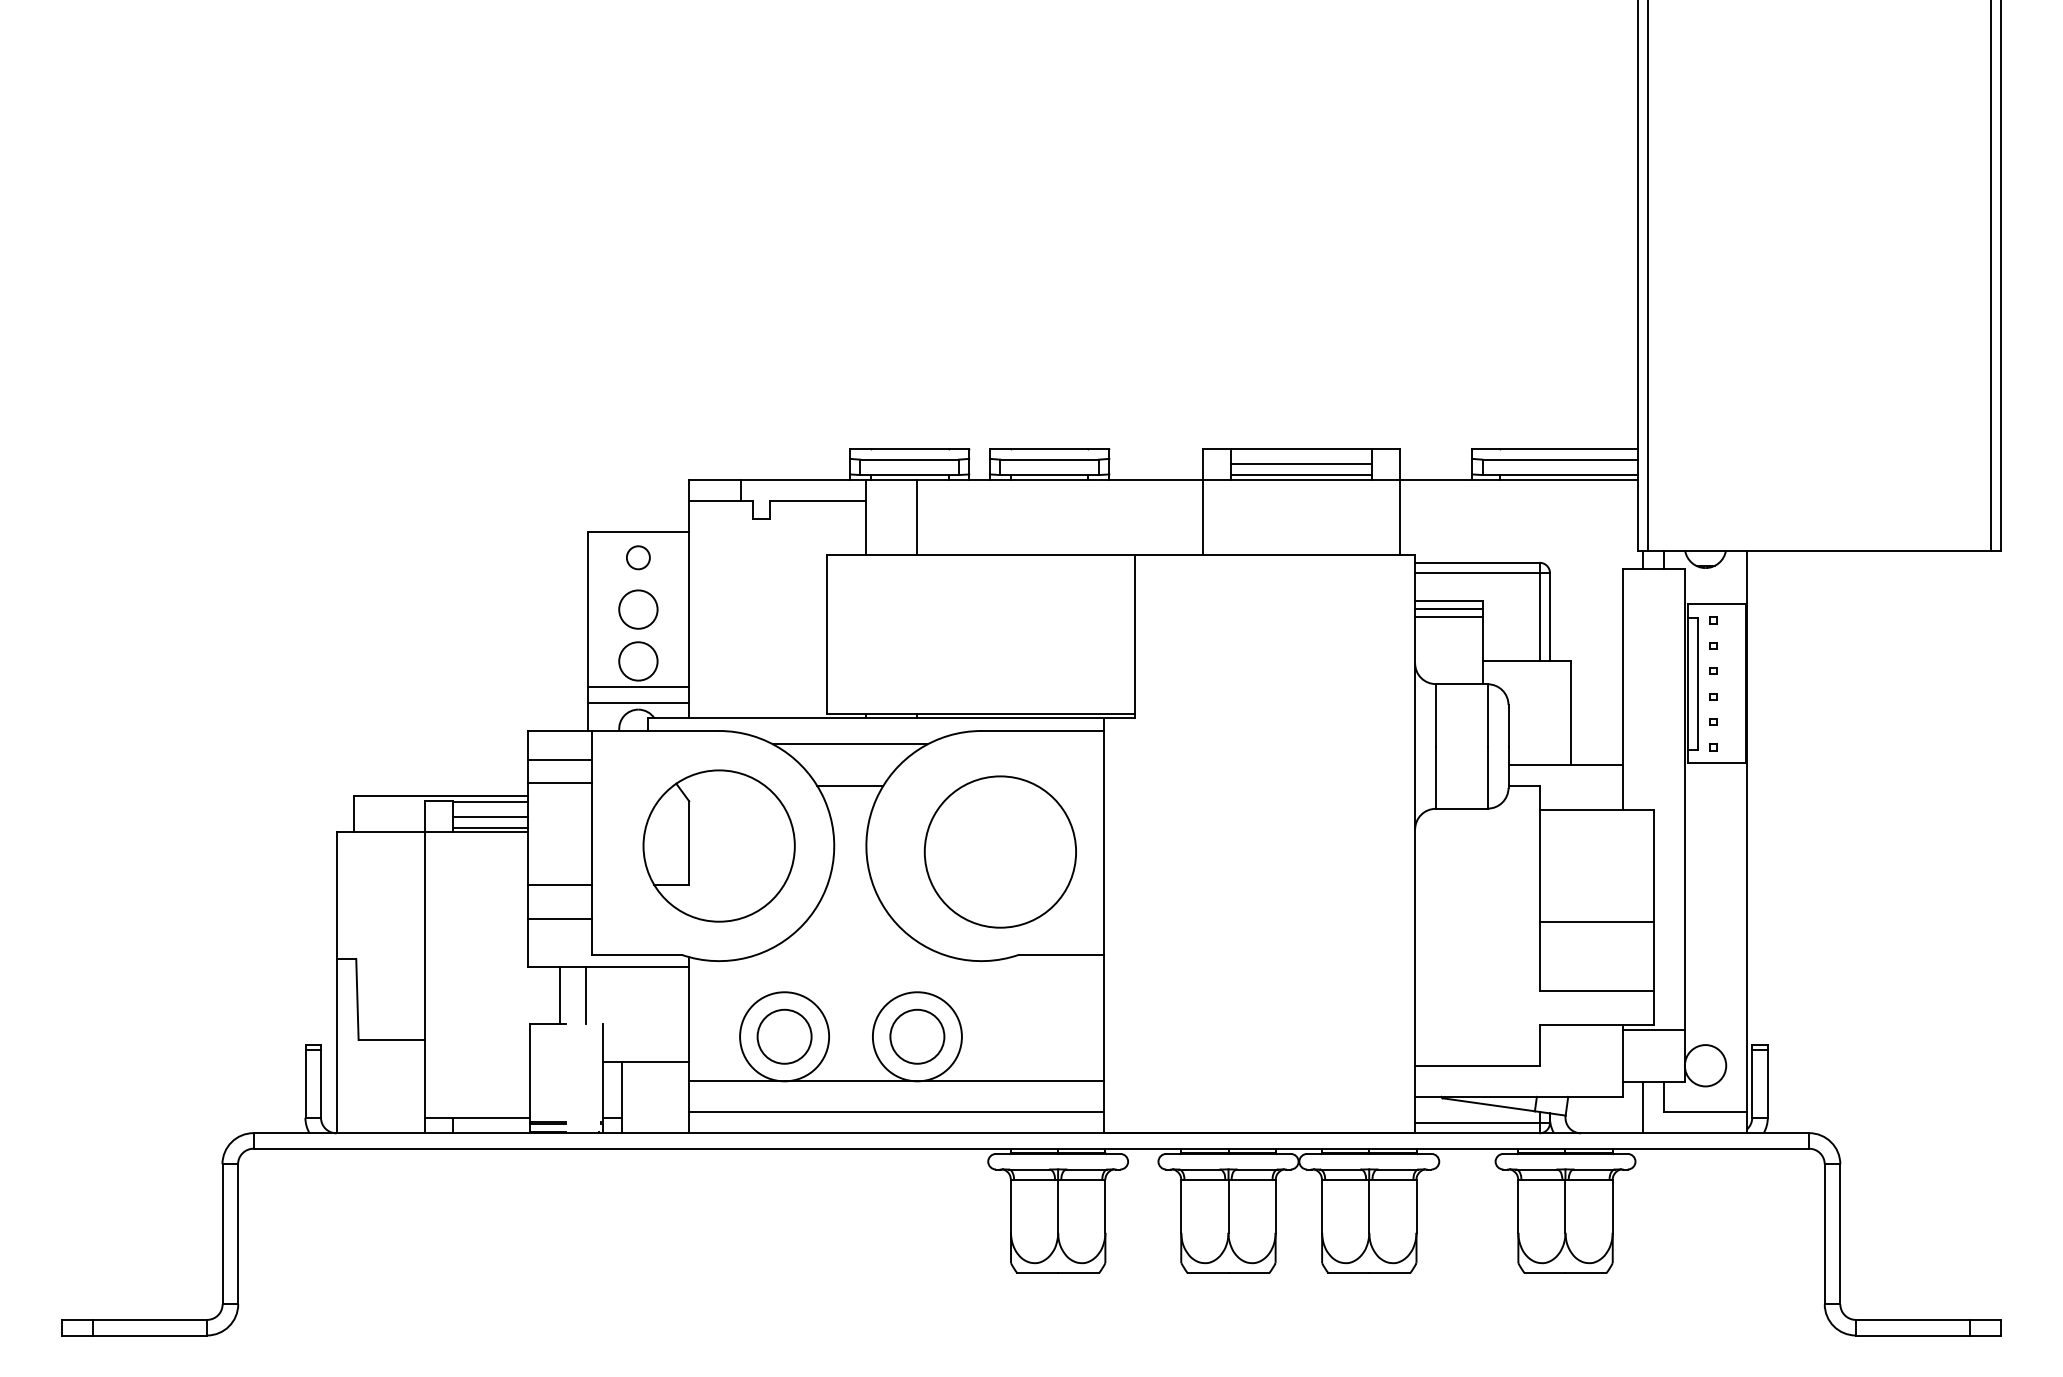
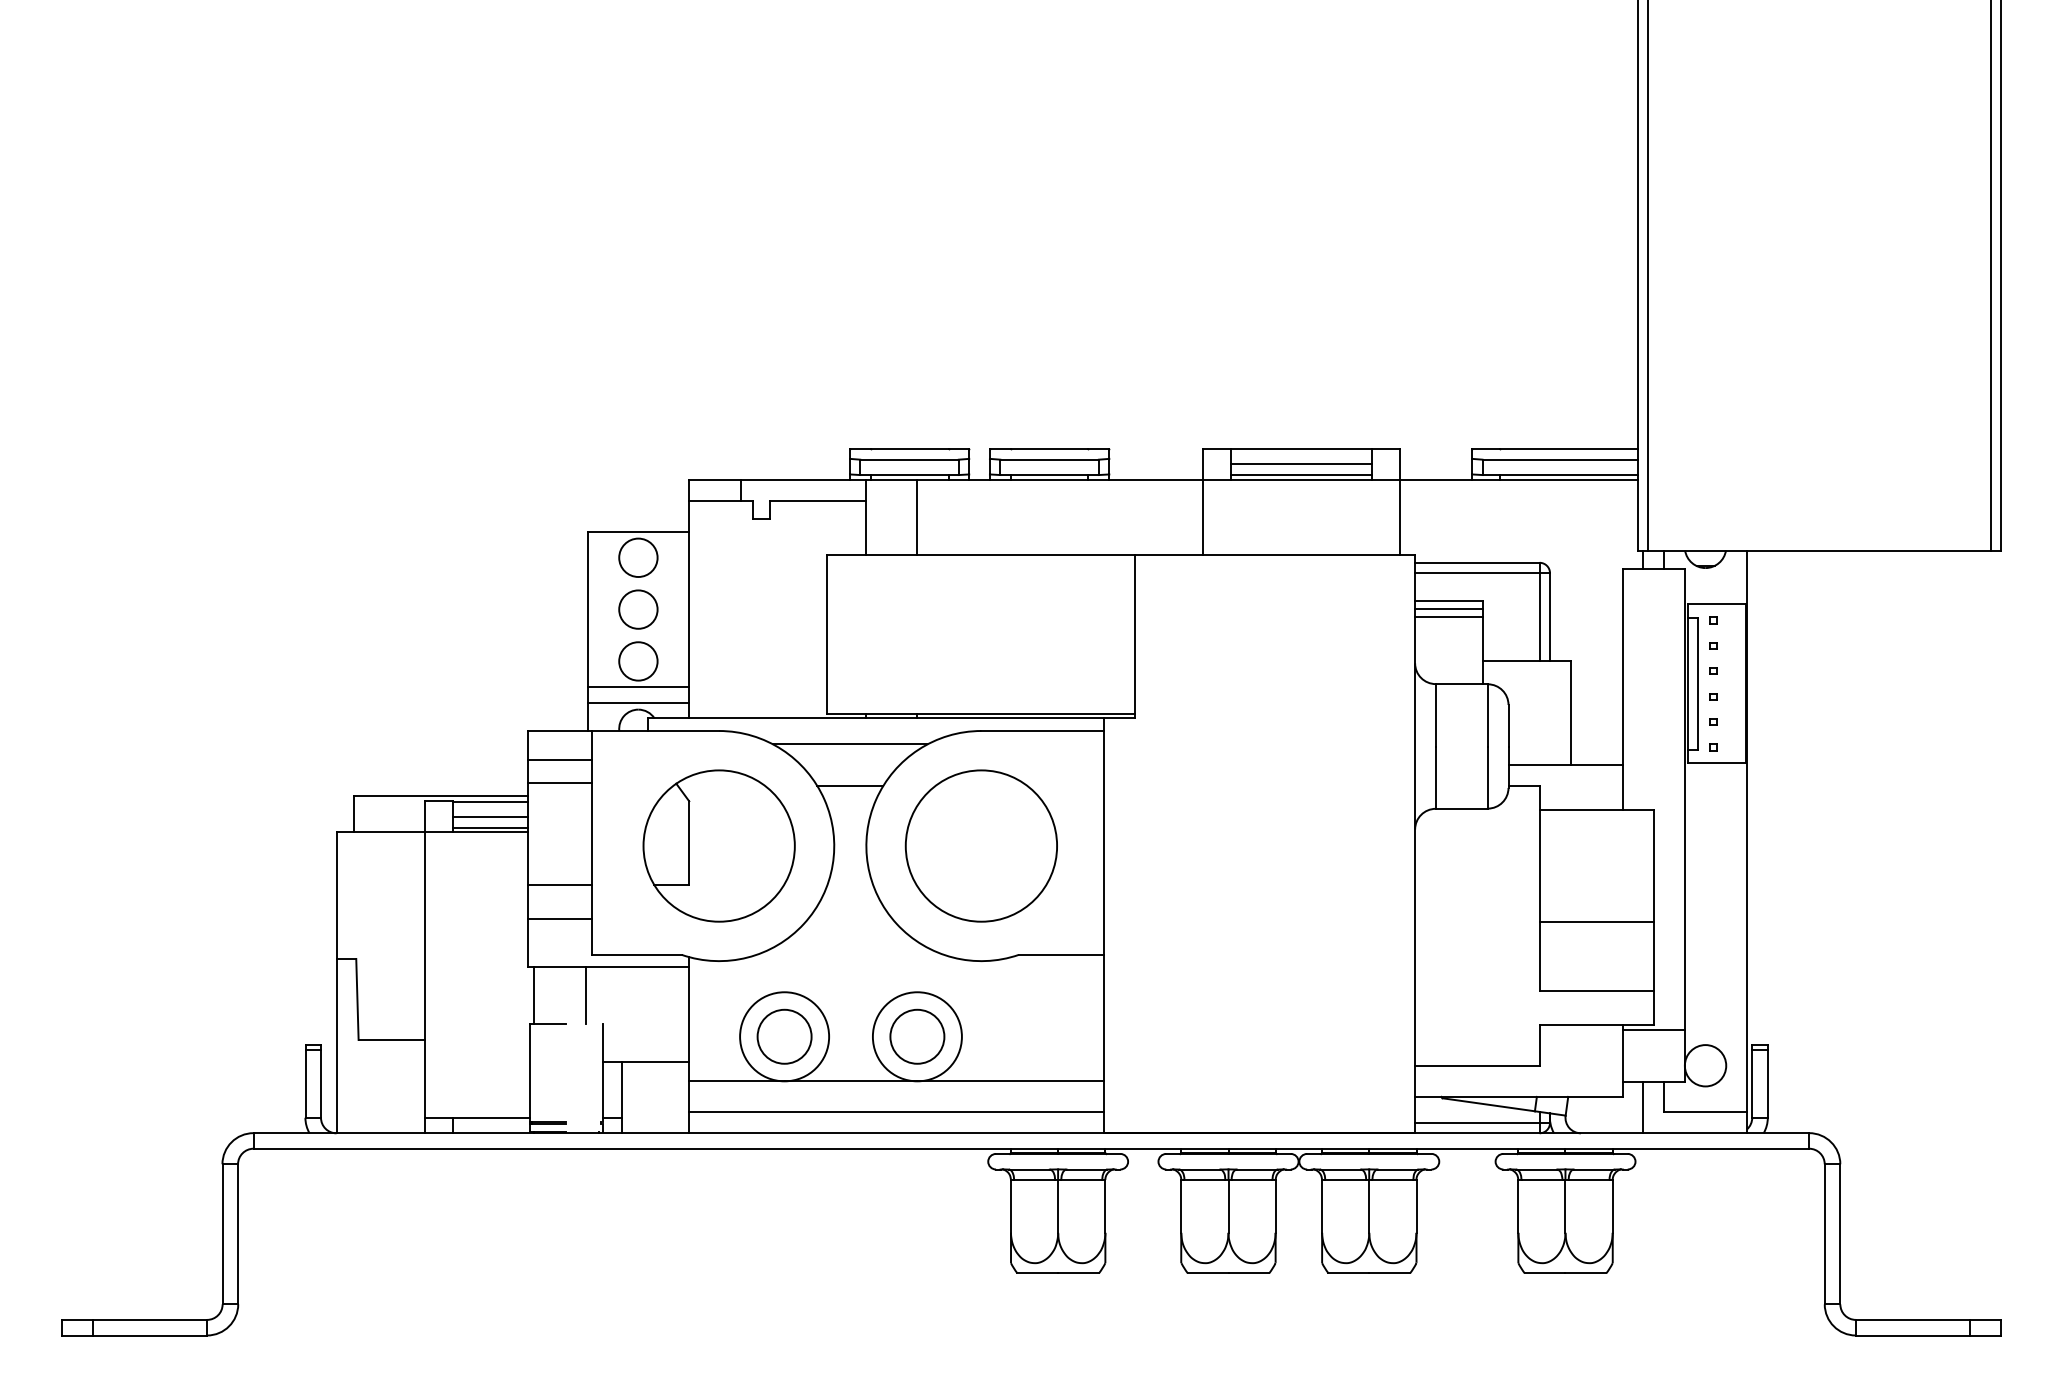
circle at (637, 557) diameter: 23 px -> 38 px
circle at (999, 851) position: (999, 851) -> (980, 845)
line at (559, 995) position: (559, 995) -> (533, 995)
